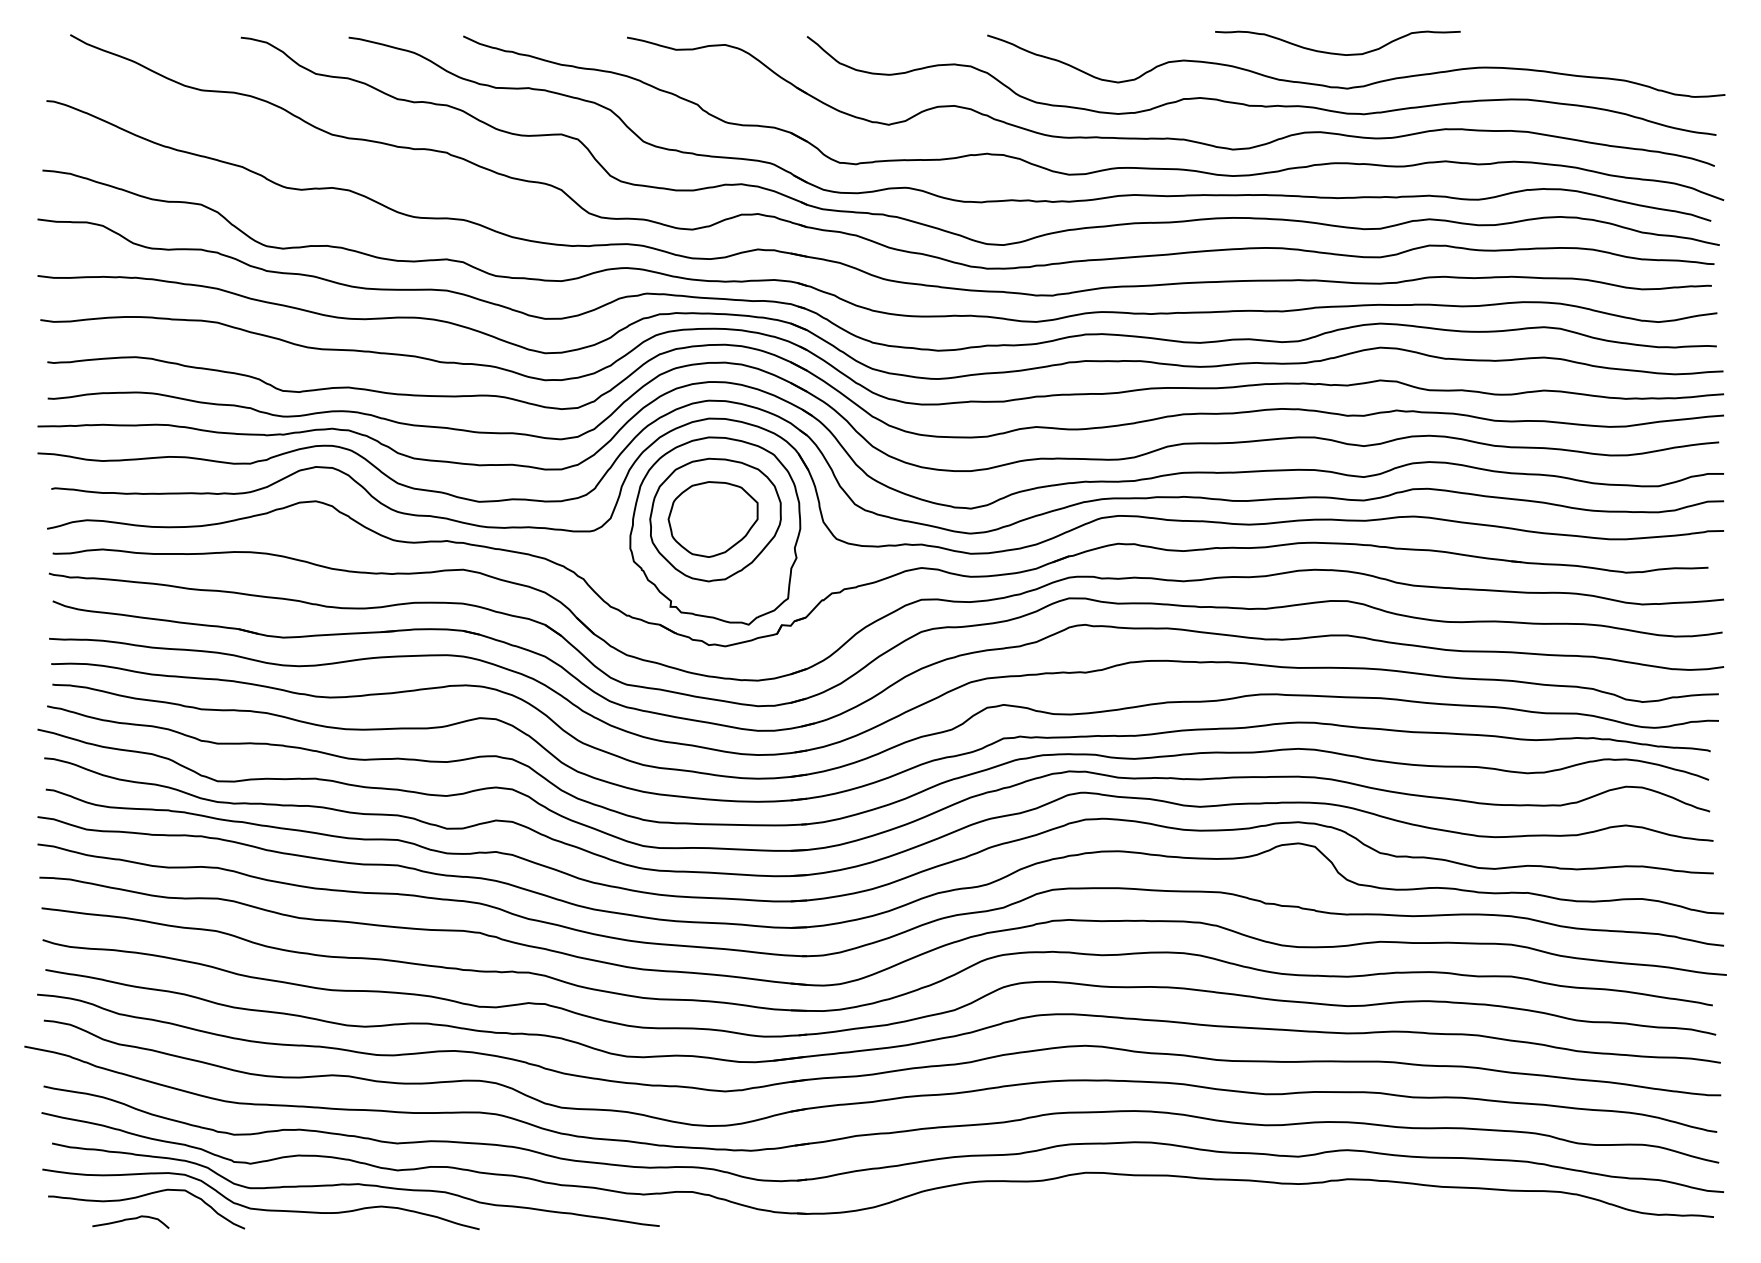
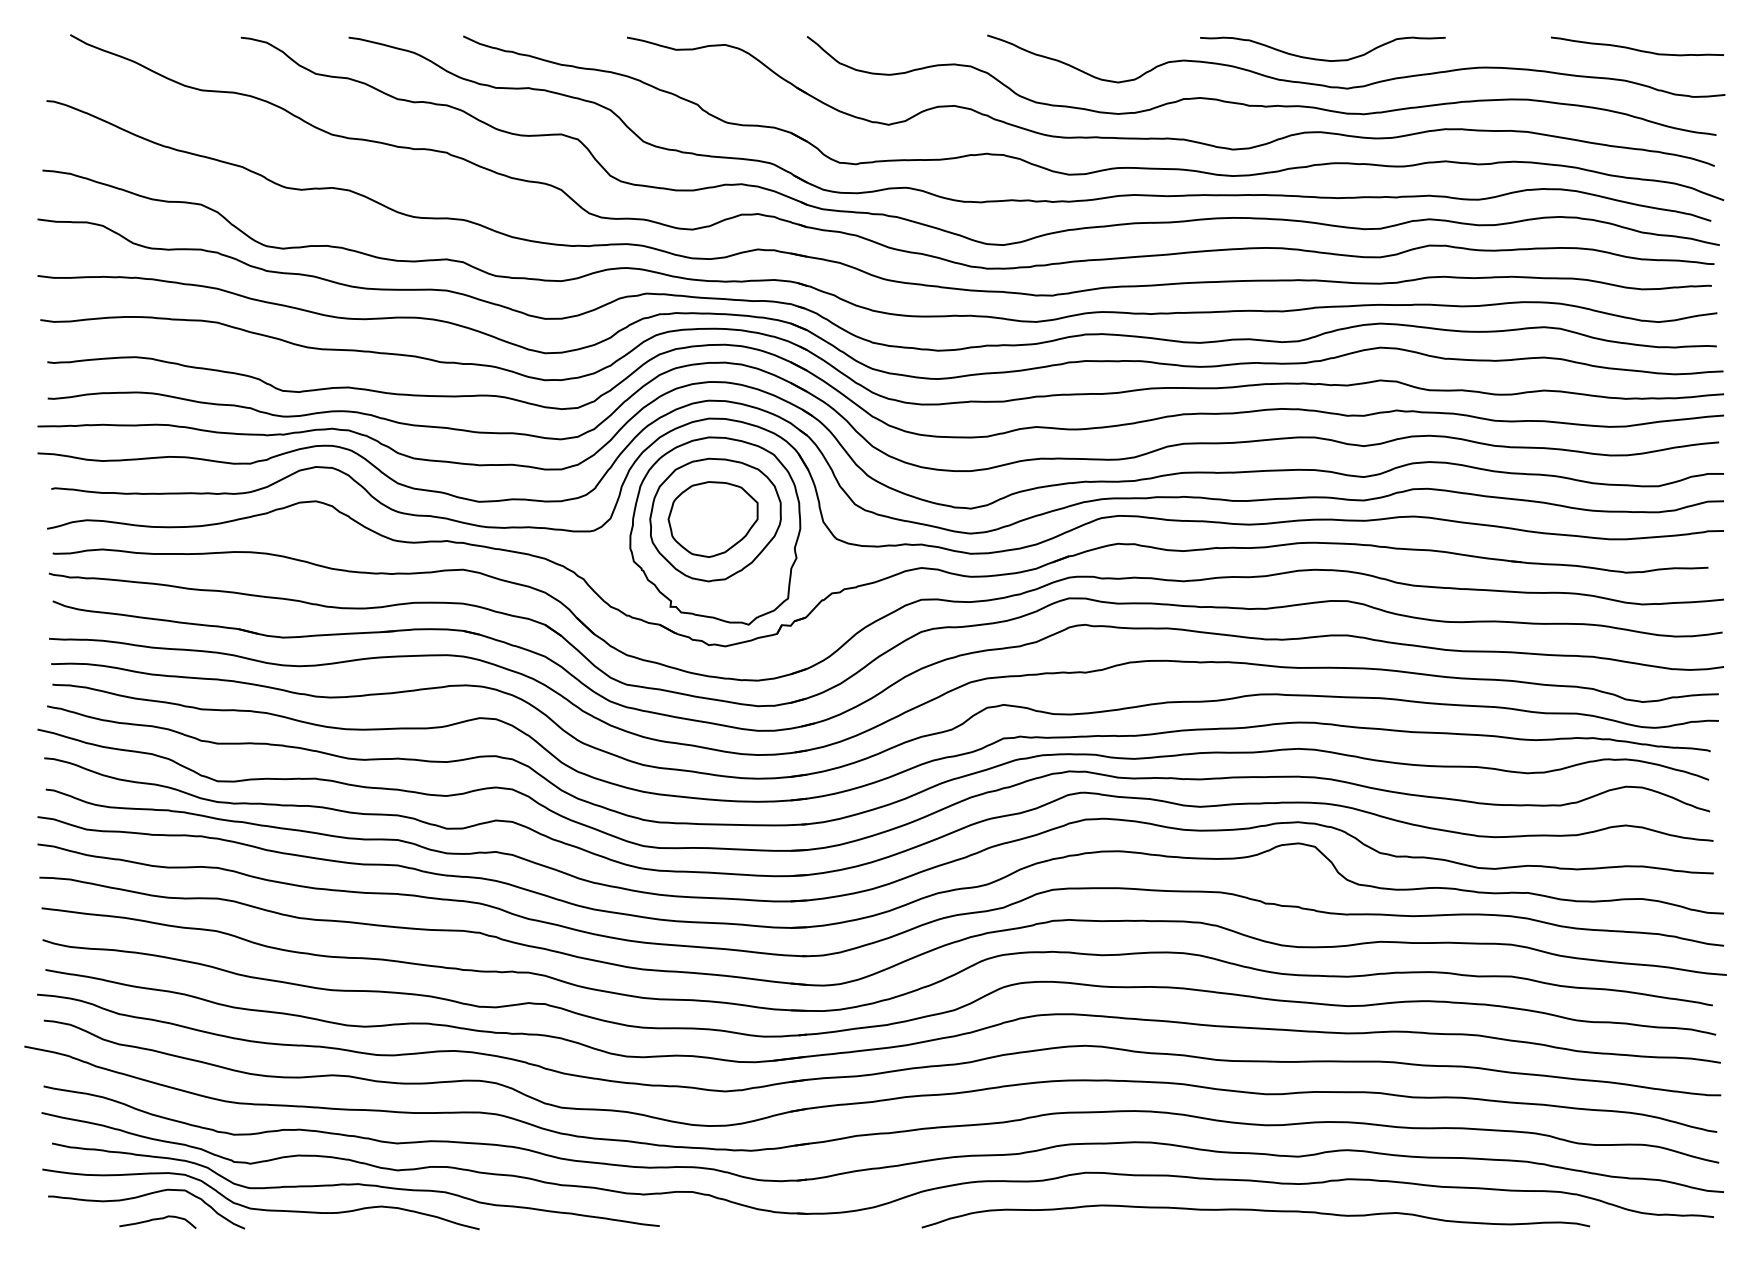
curve at (1635, 48): none -> present
curve at (1334, 52) position: (1334, 52) -> (1319, 58)
curve at (1257, 1211): none -> present
curve at (129, 1220) position: (129, 1220) -> (156, 1220)
